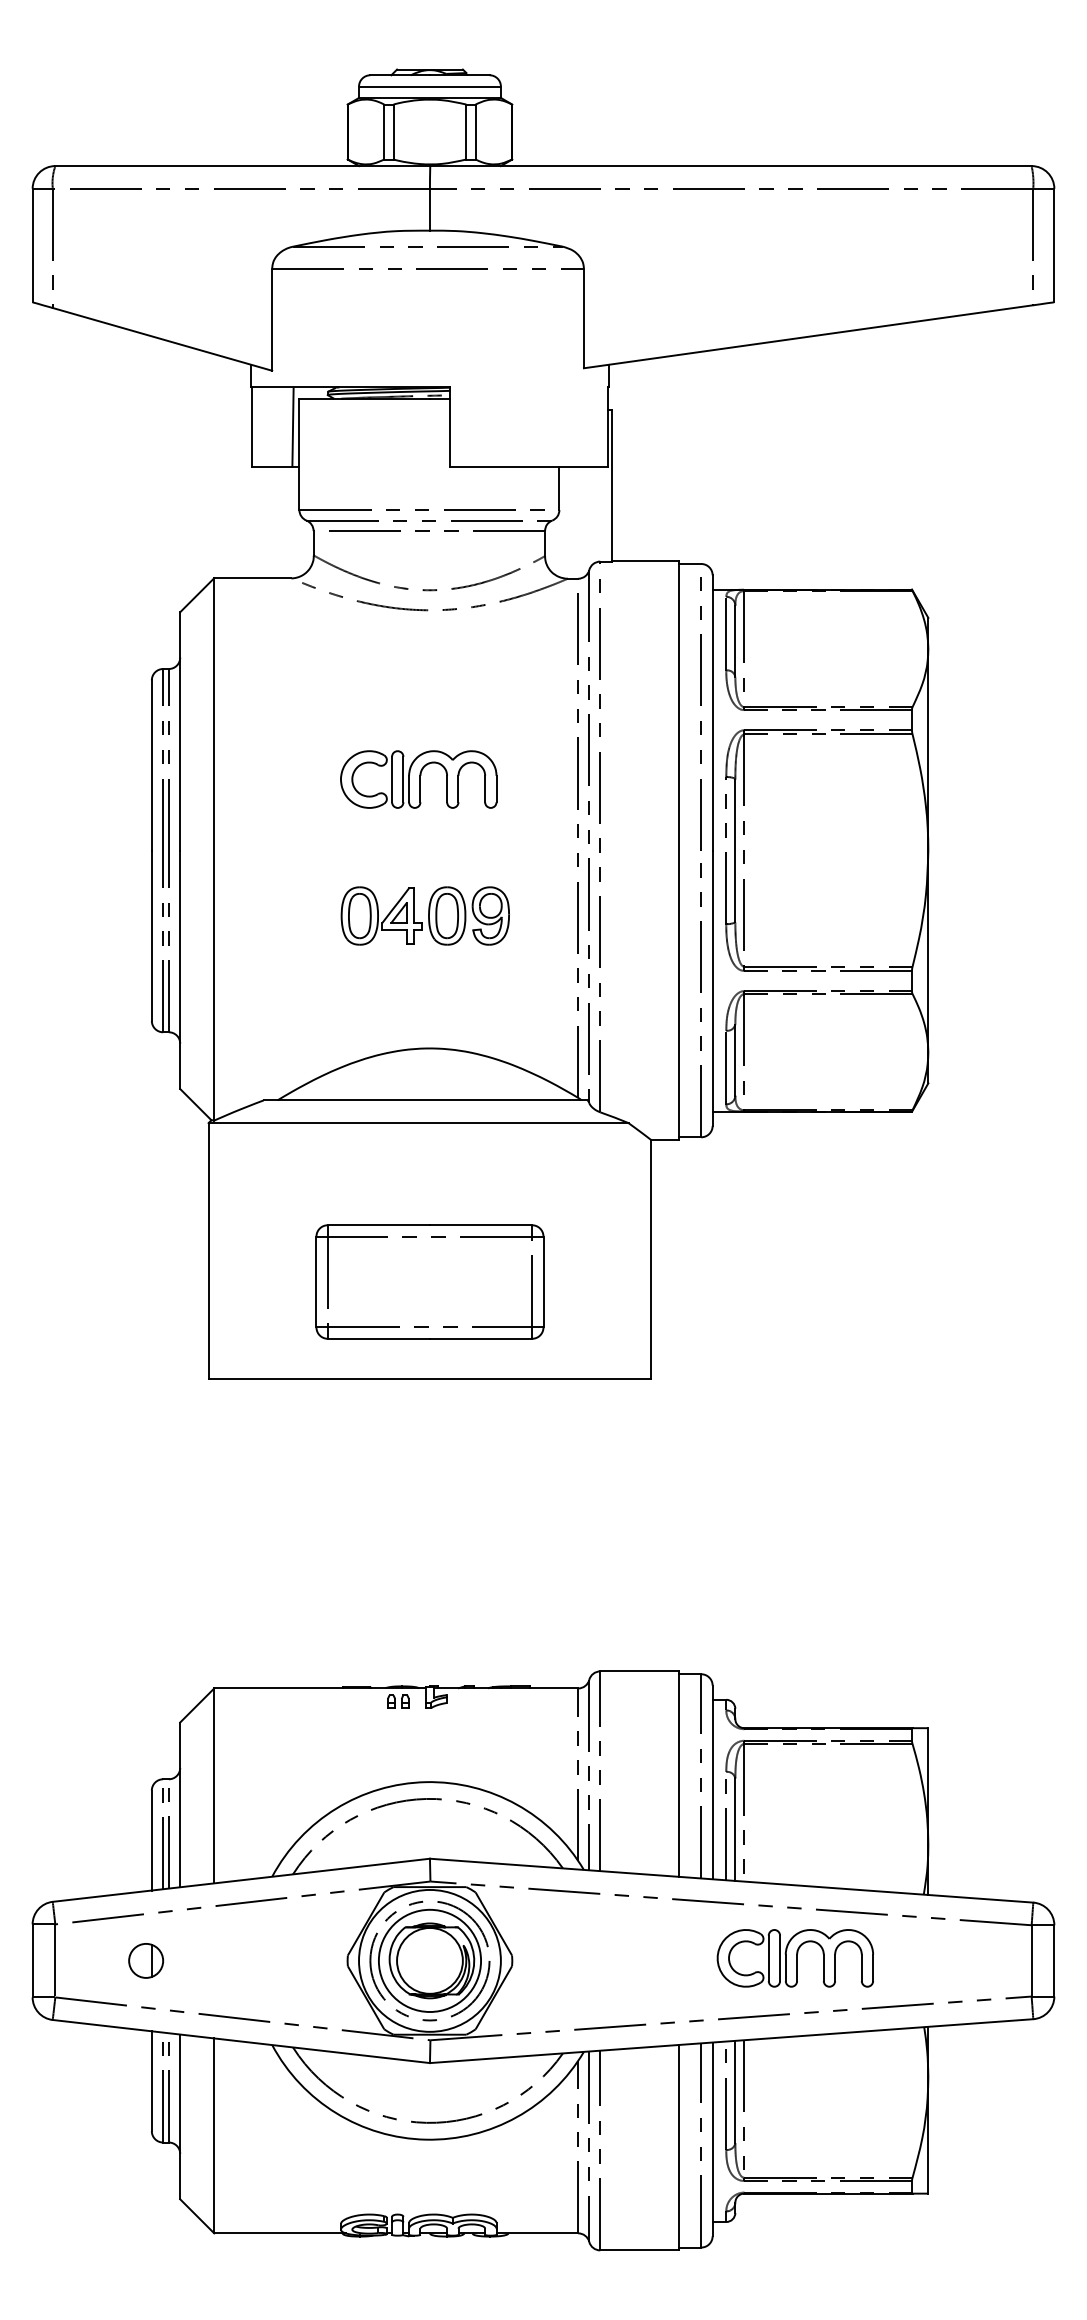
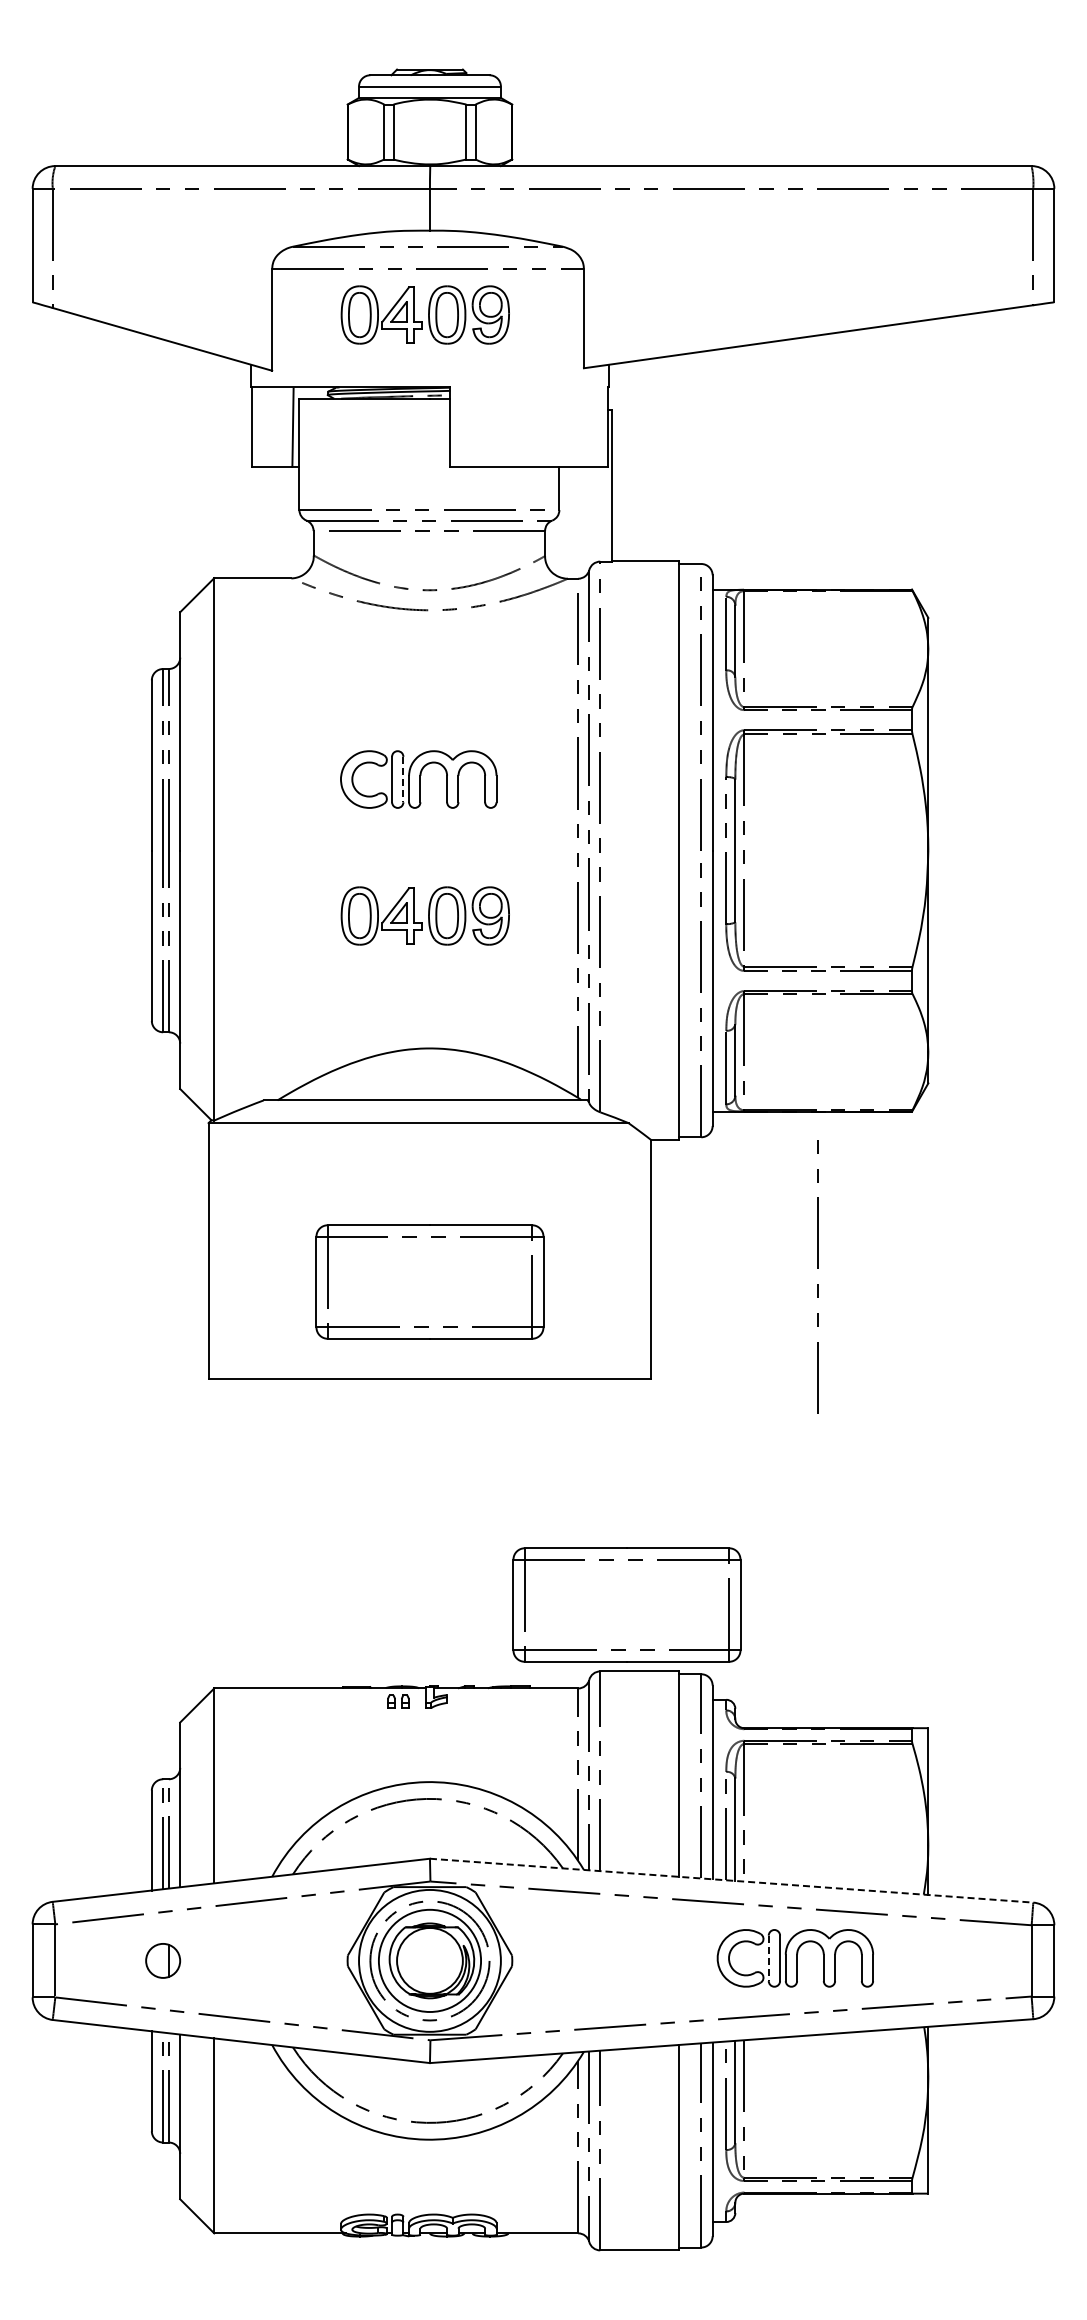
part at (424, 314): none -> present
line at (403, 779): solid -> dashed
line at (817, 1268): none -> present
part at (626, 1604): none -> present
line at (732, 1880): solid -> dashed
line at (768, 1958): solid -> dashed
part at (146, 1960) position: (146, 1960) -> (163, 1960)
